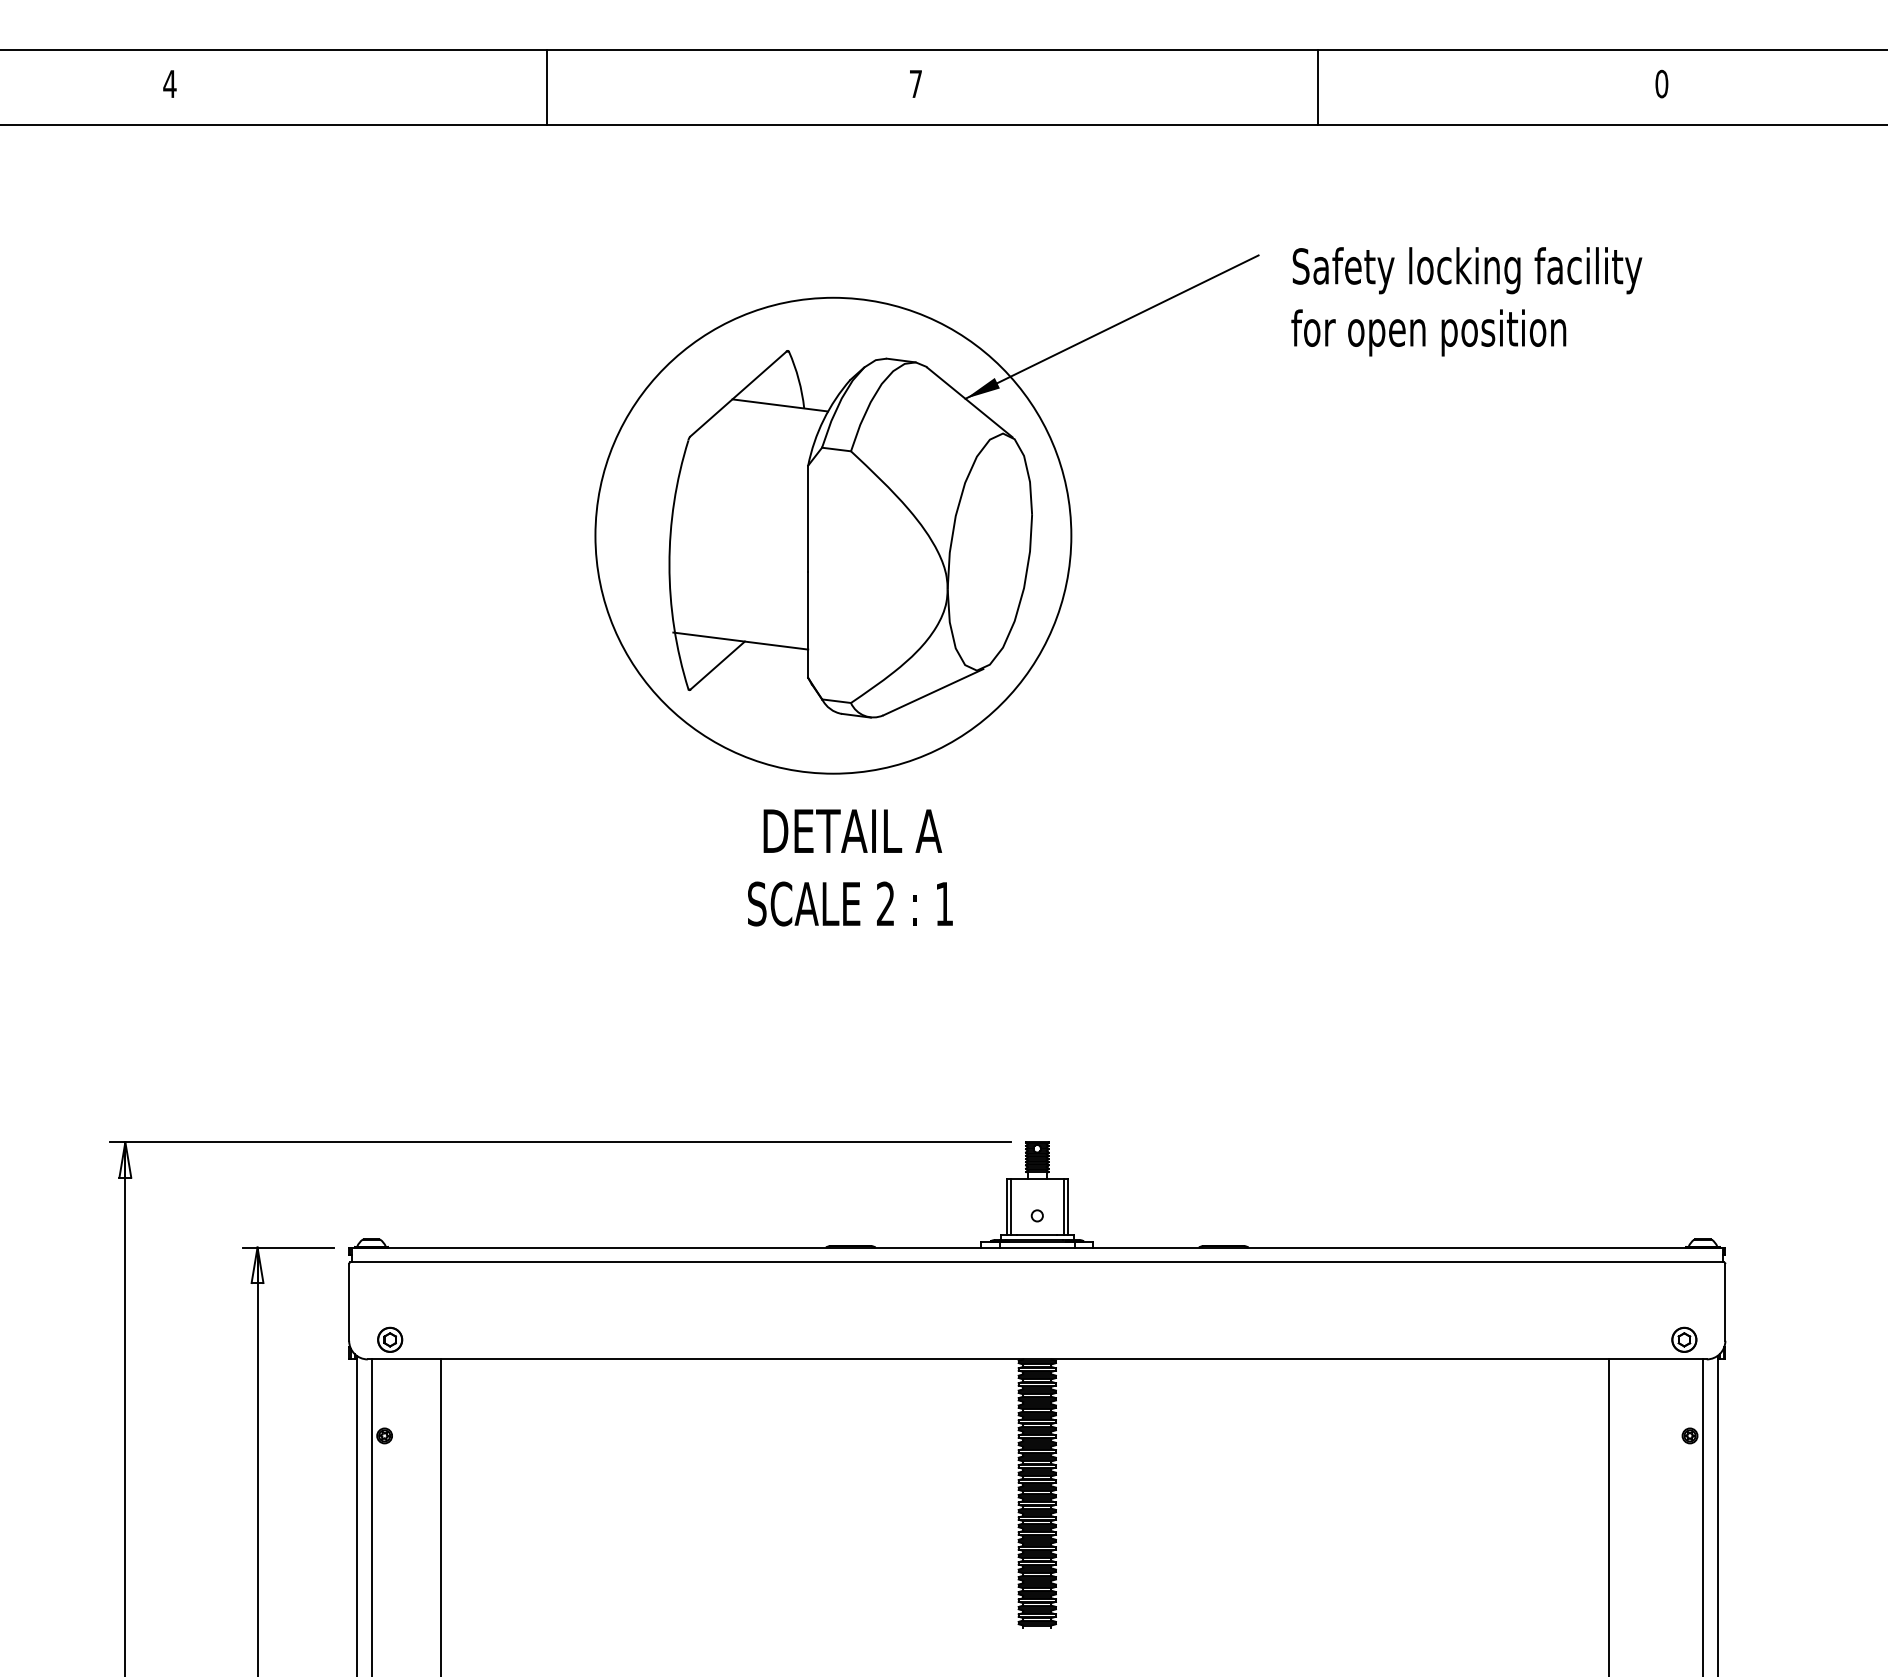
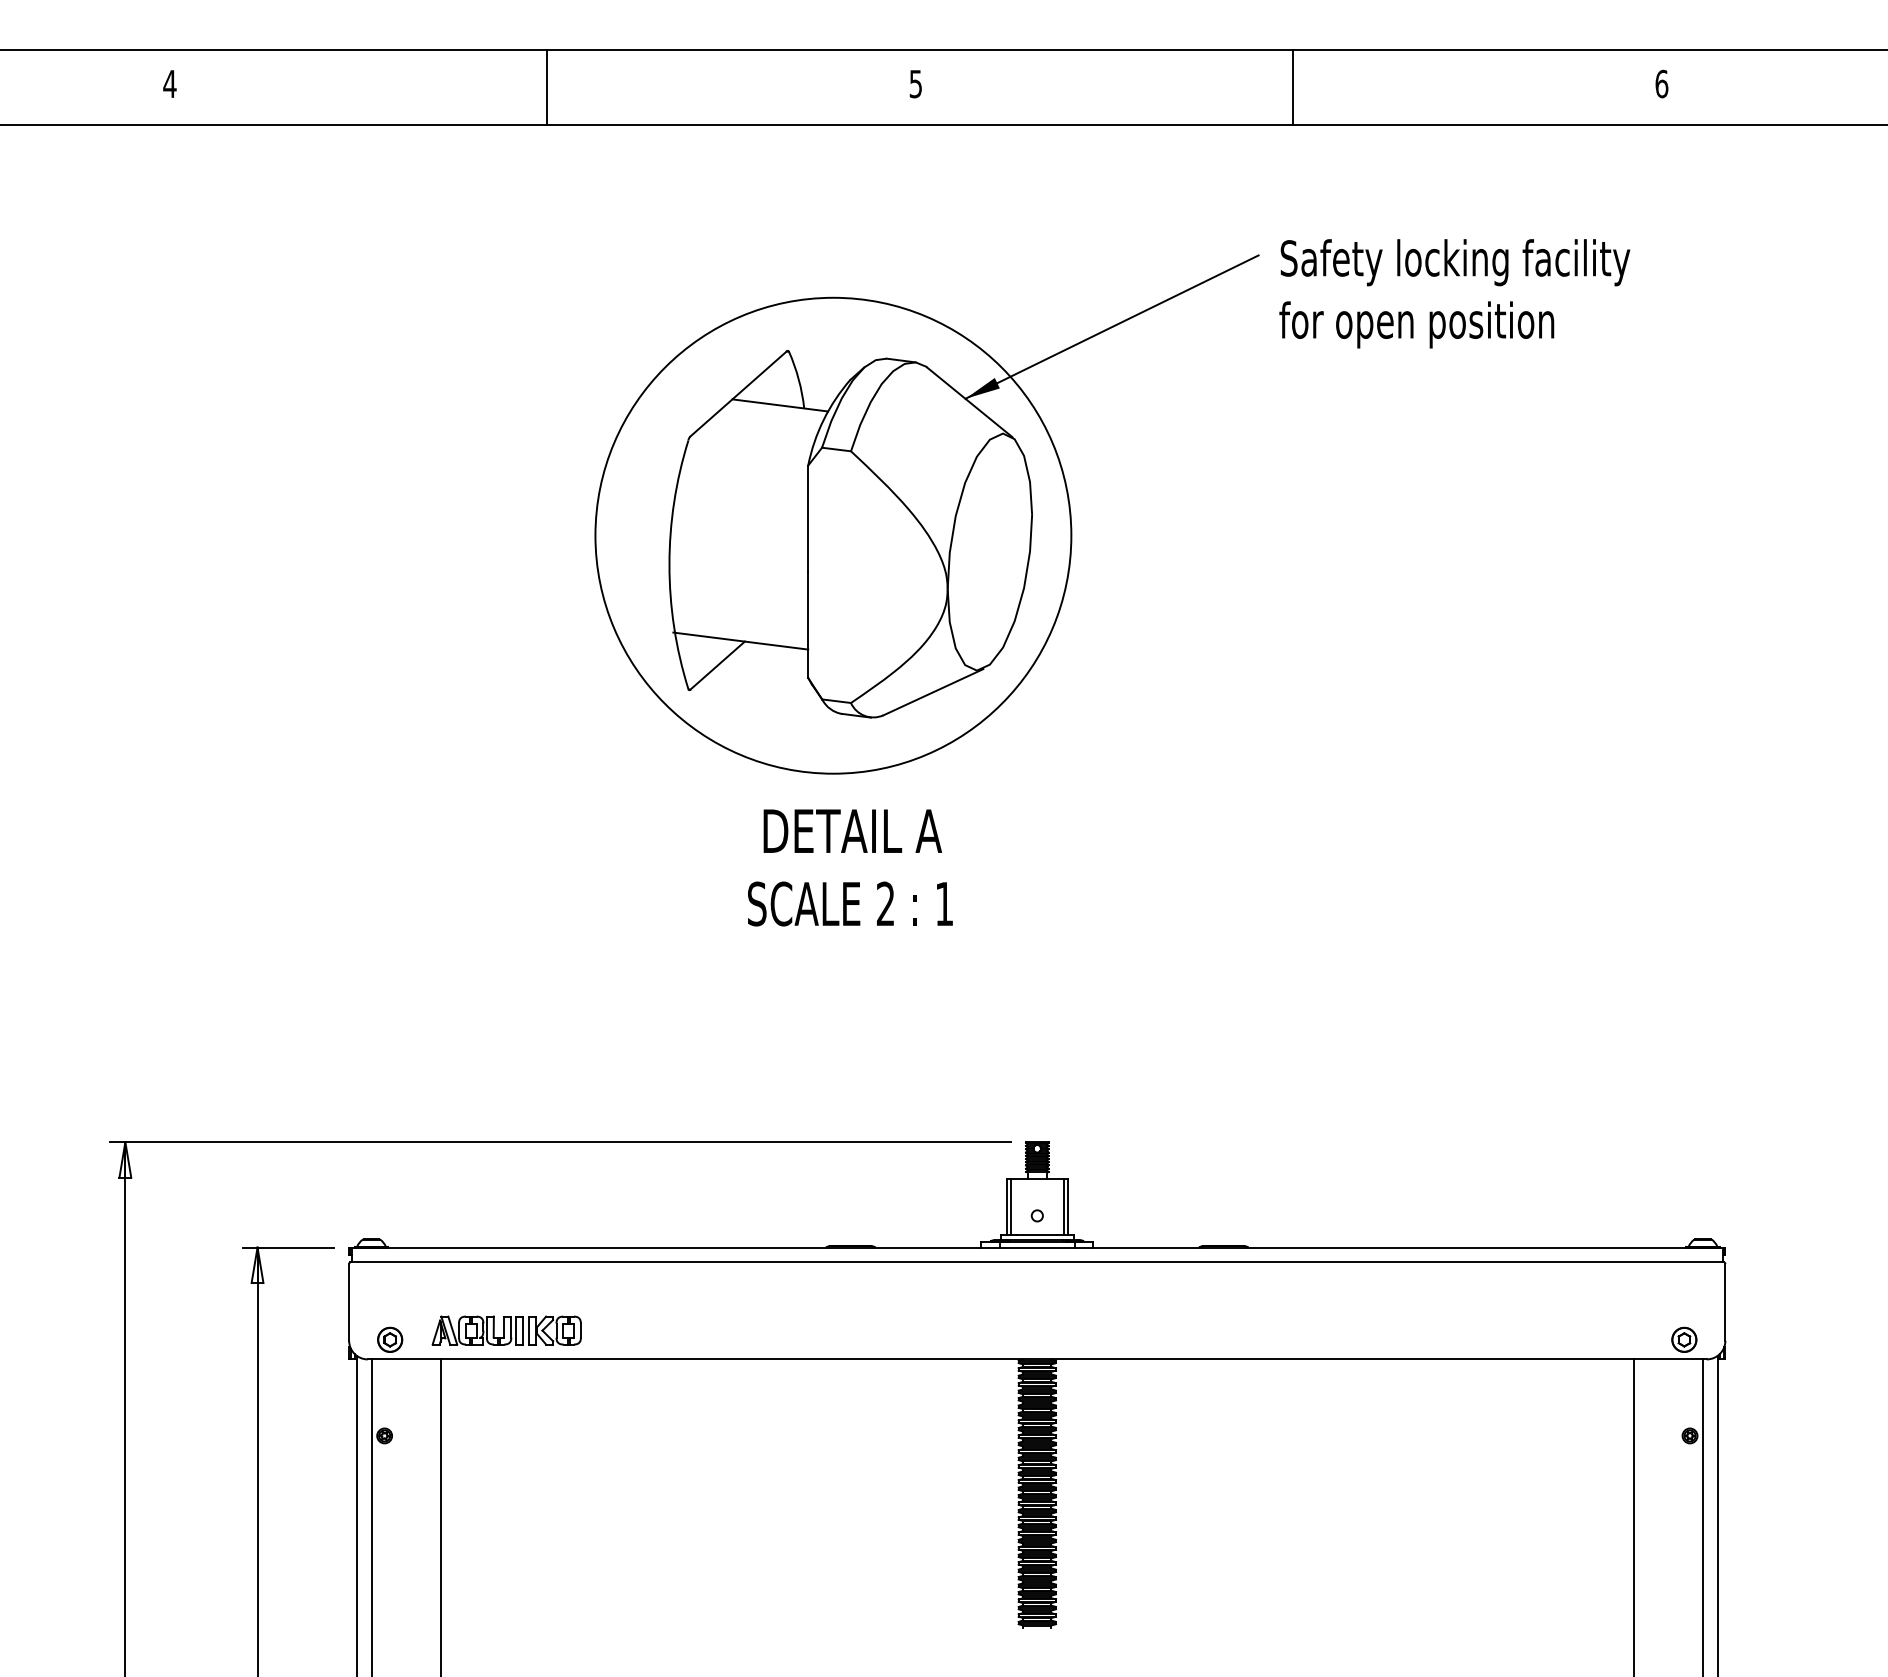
text at (1661, 83): 0 -> 6
text at (915, 84): 7 -> 5
line at (1318, 87) position: (1318, 87) -> (1293, 87)
text at (1466, 301) position: (1466, 301) -> (1454, 293)
part at (506, 1330): none -> present
line at (1609, 1516) position: (1609, 1516) -> (1634, 1516)
